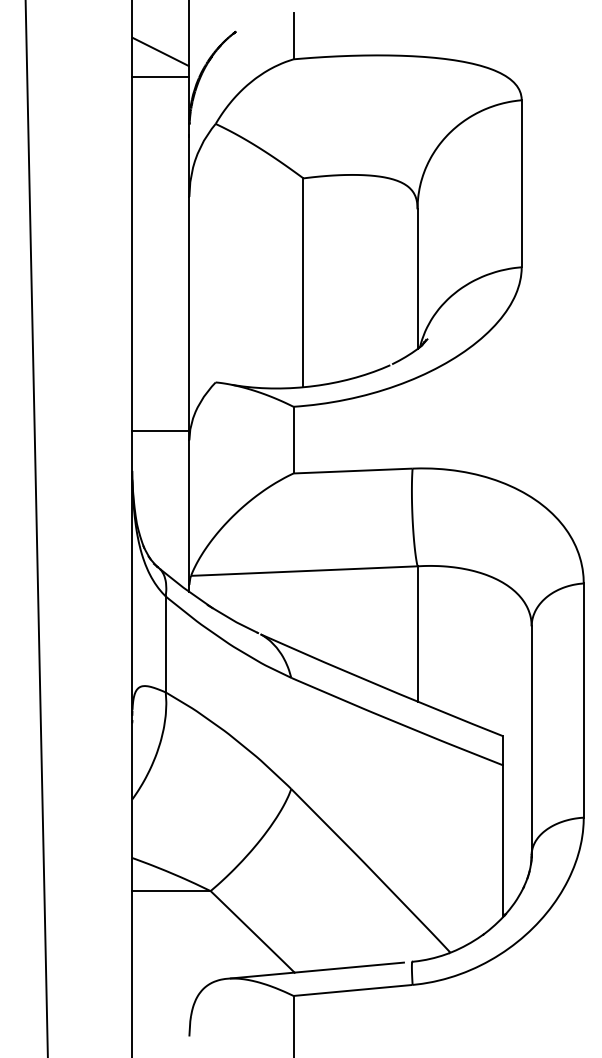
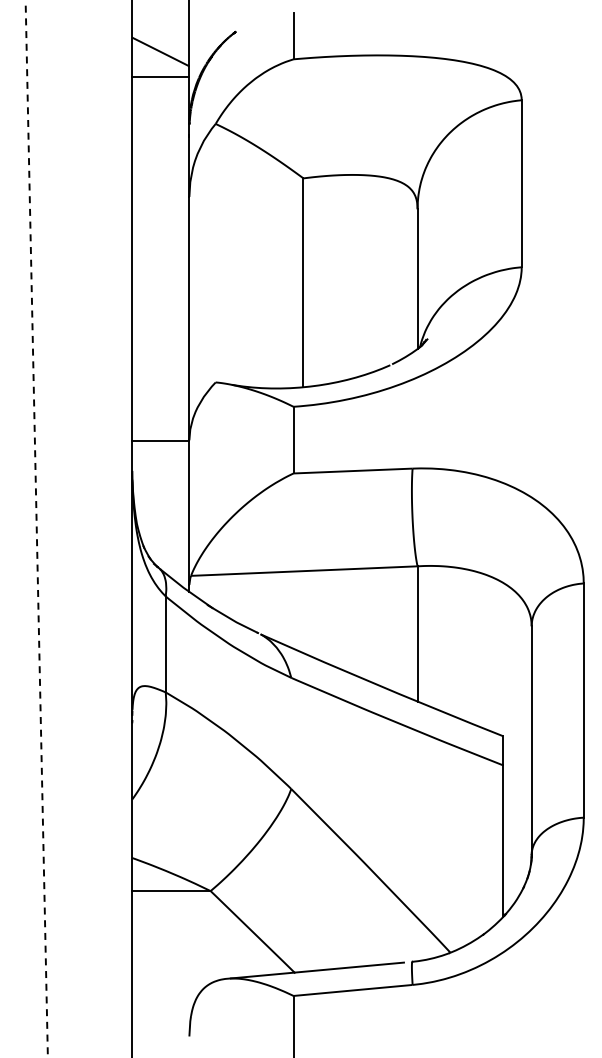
line at (160, 430) position: (160, 430) -> (160, 440)
line at (36, 528): solid -> dashed
